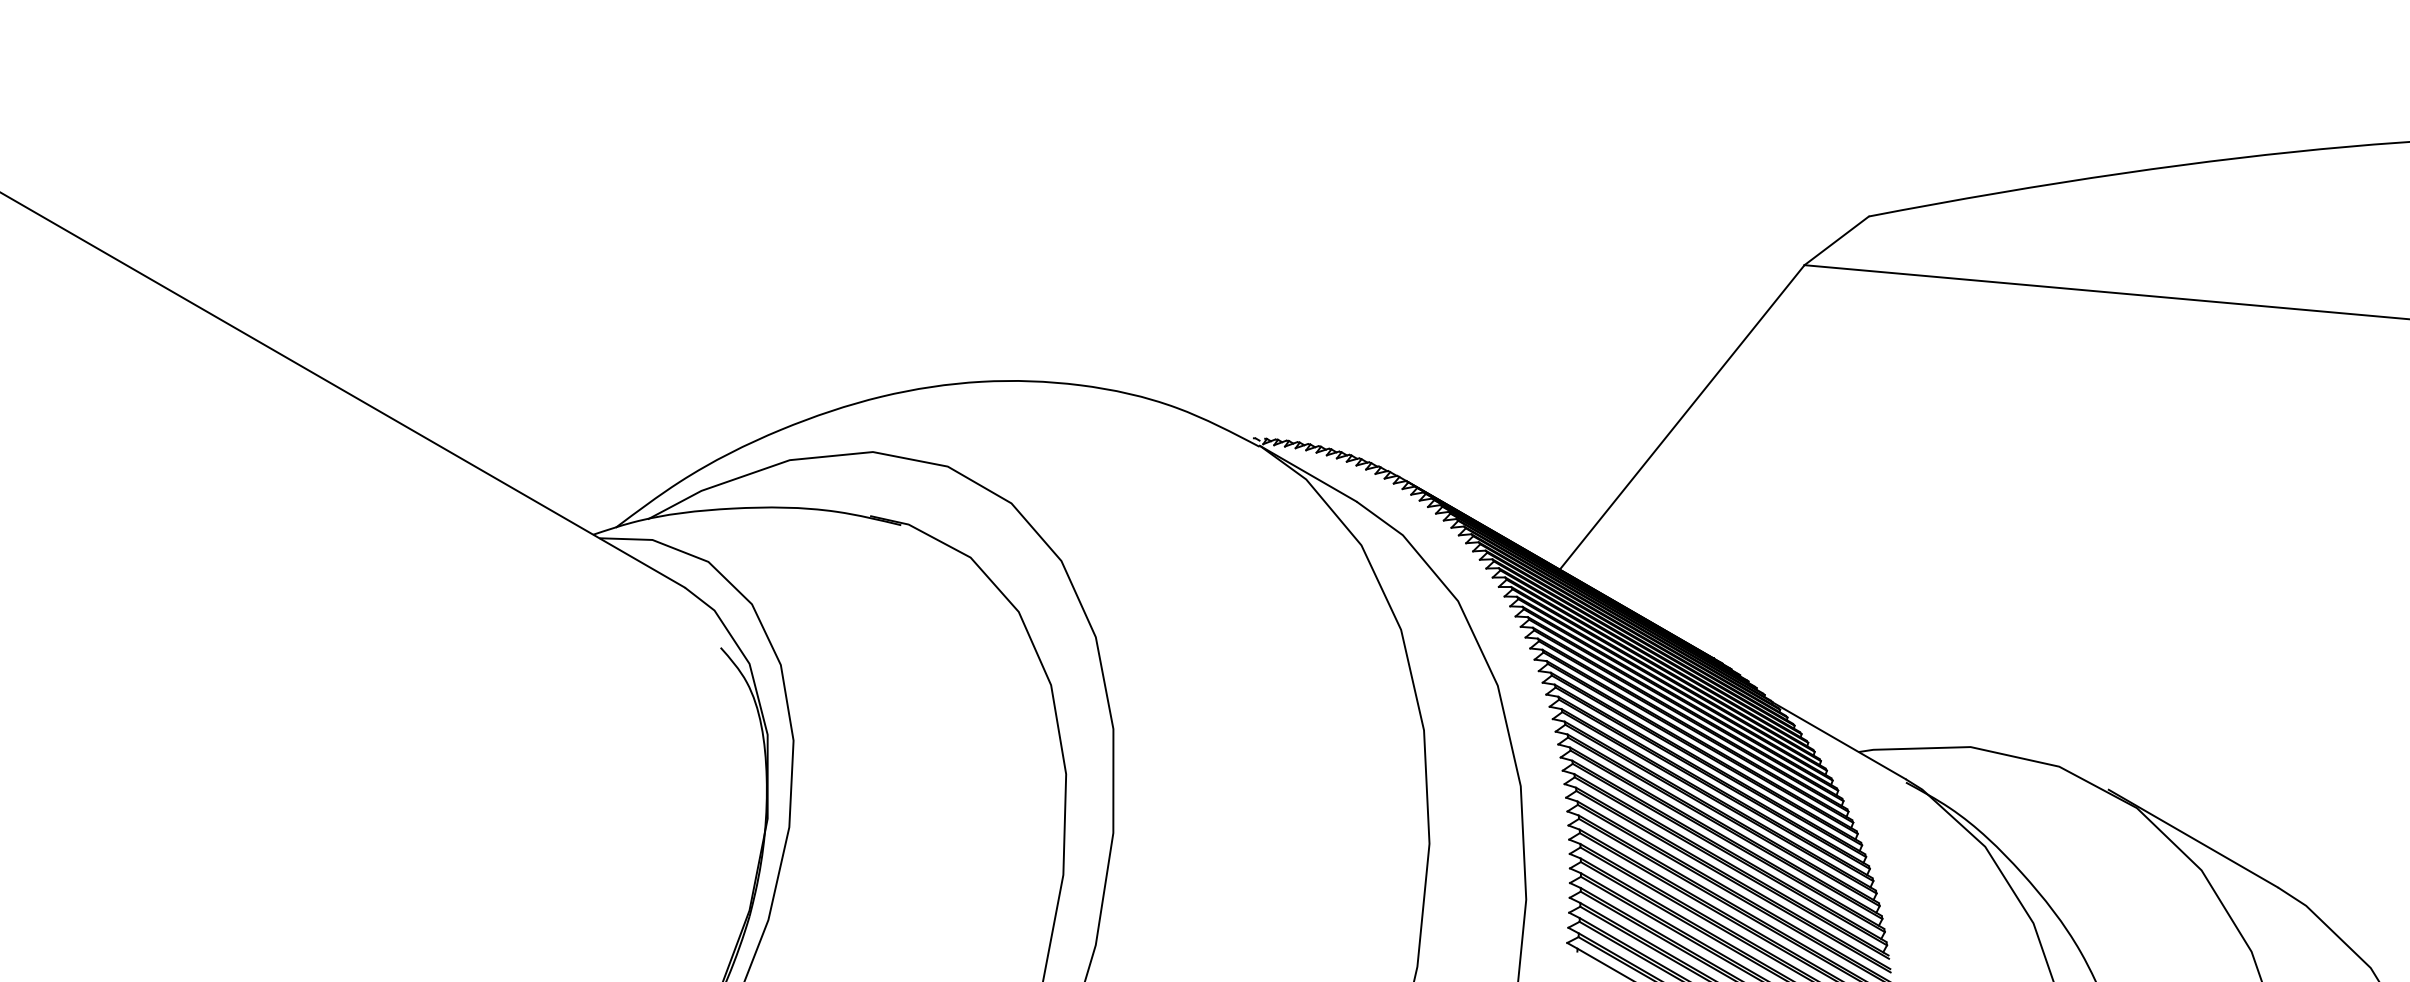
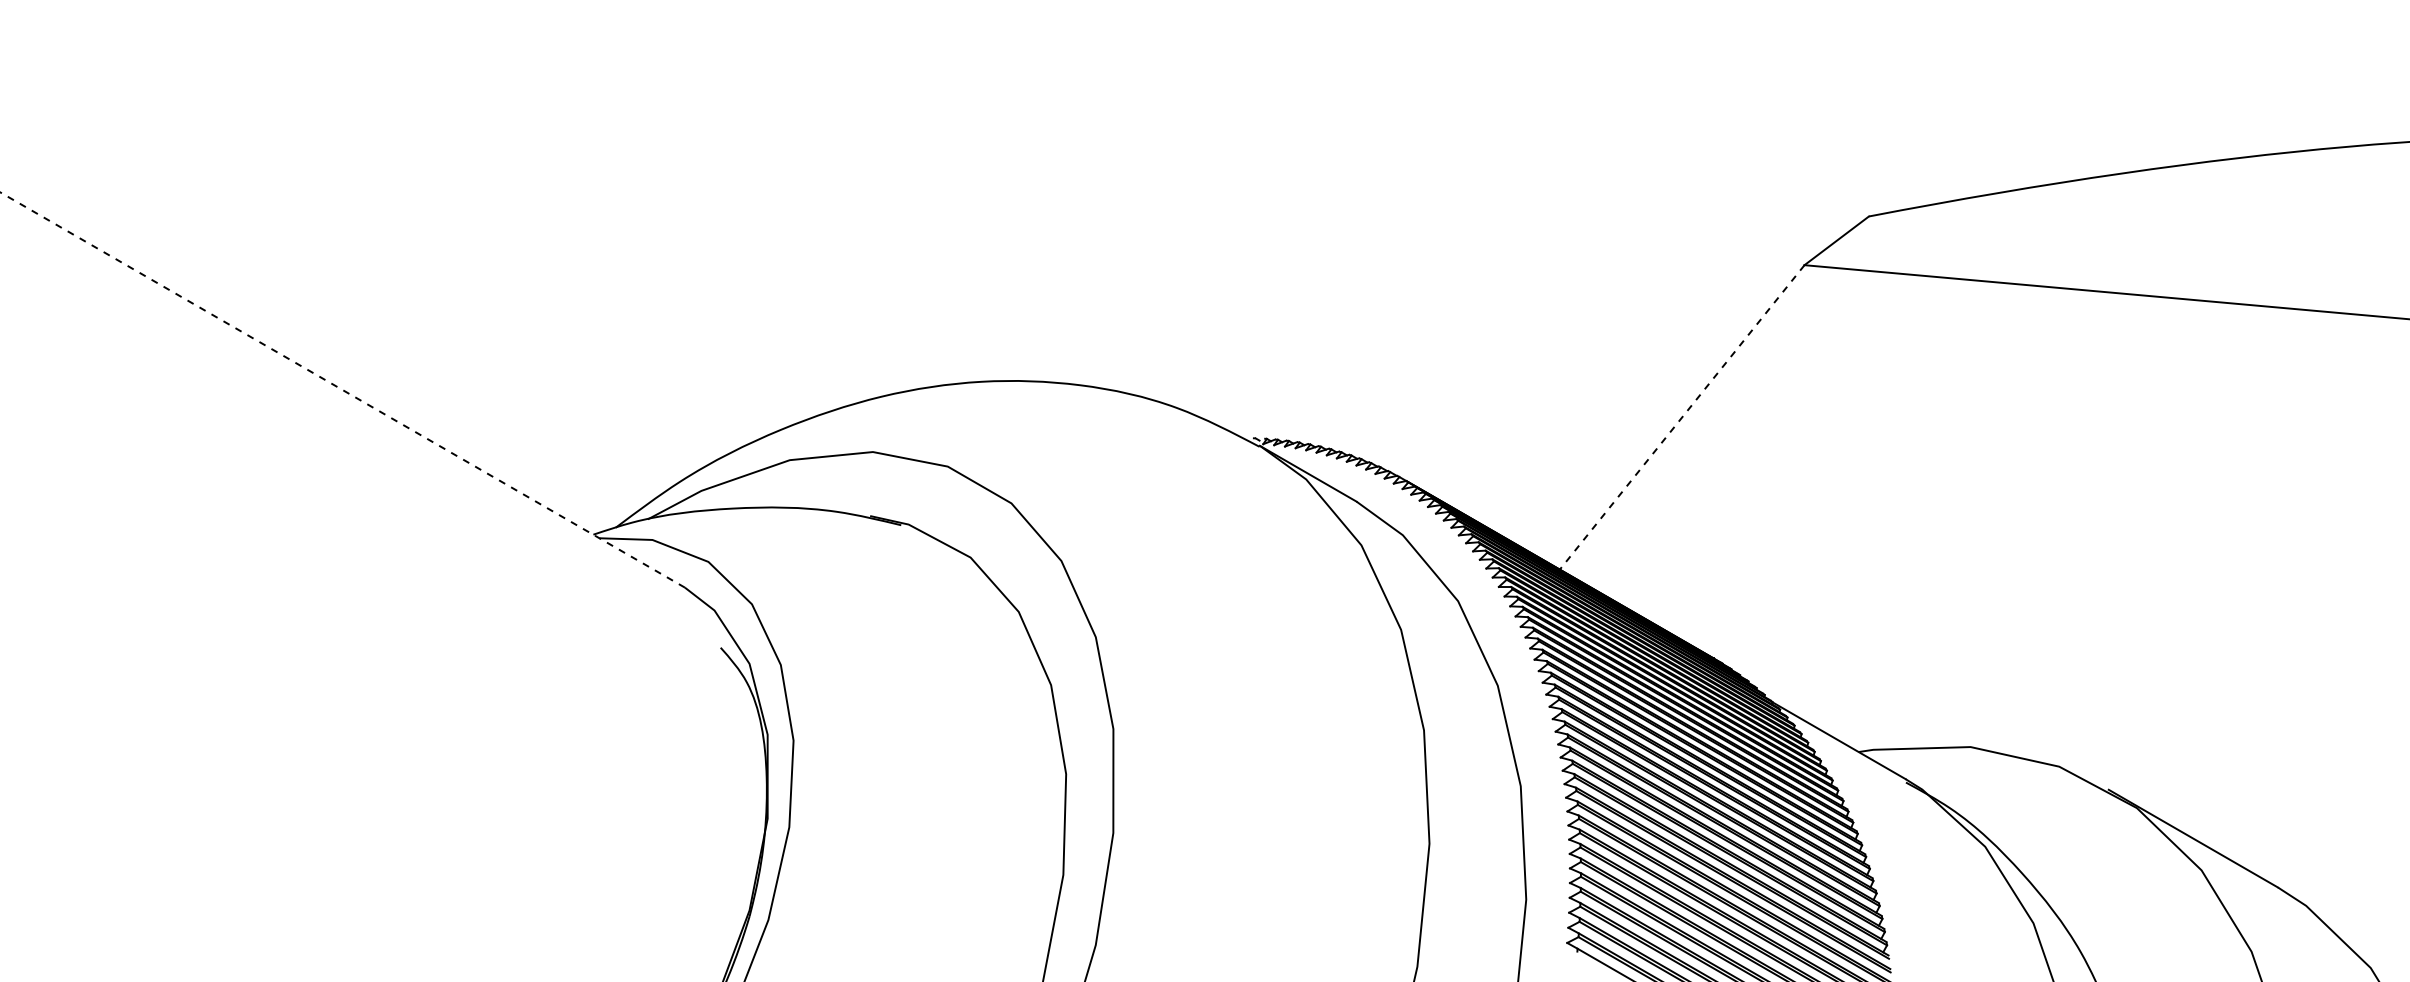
line at (342, 389): solid -> dashed
line at (1681, 417): solid -> dashed
